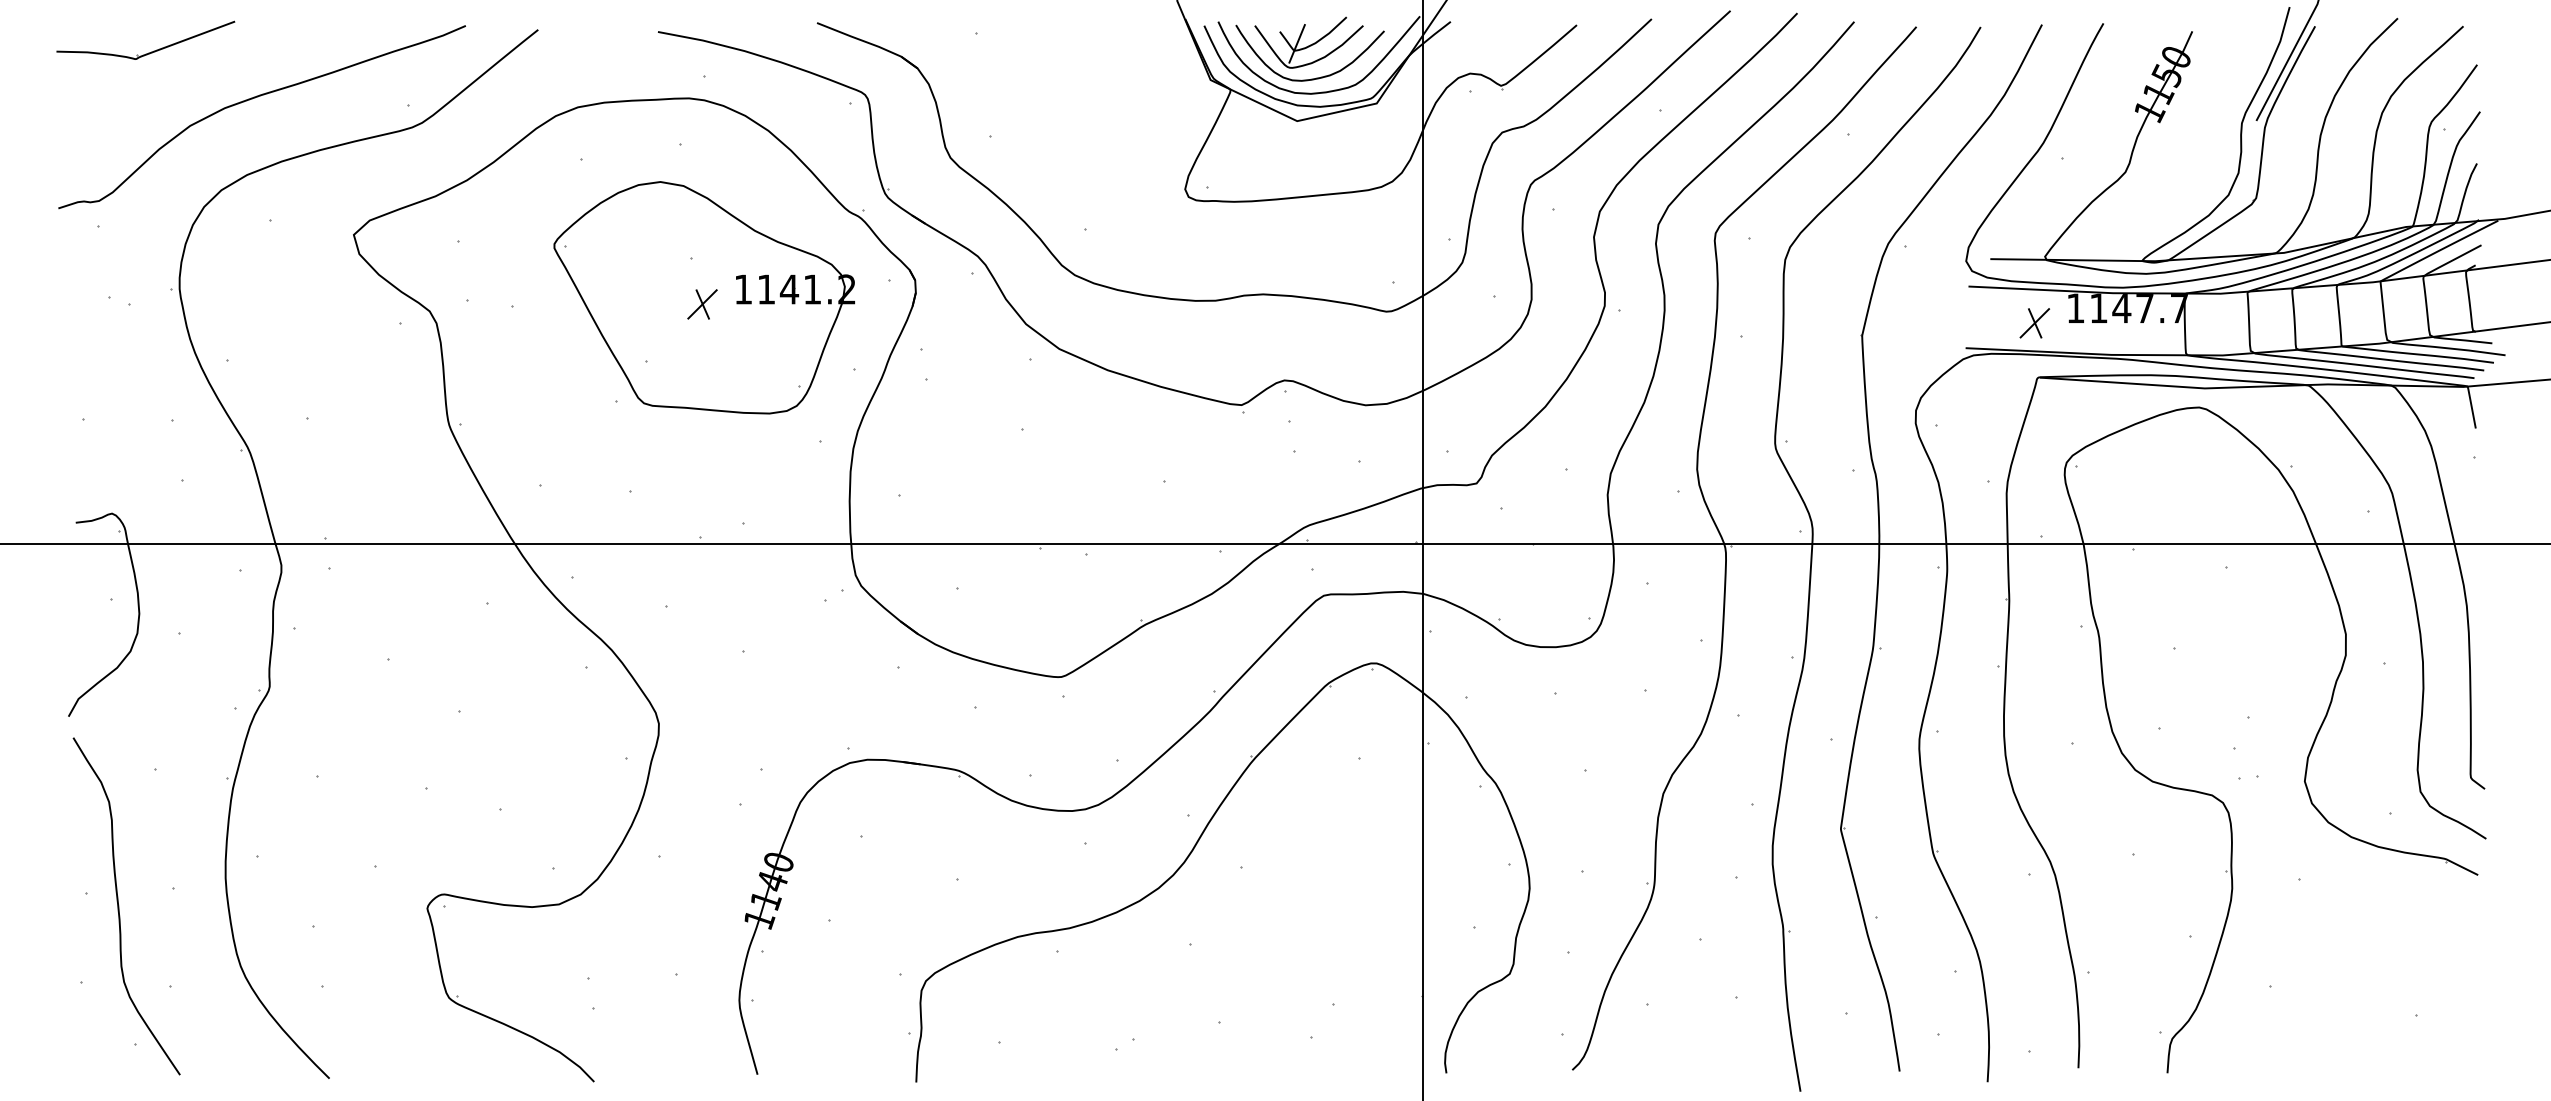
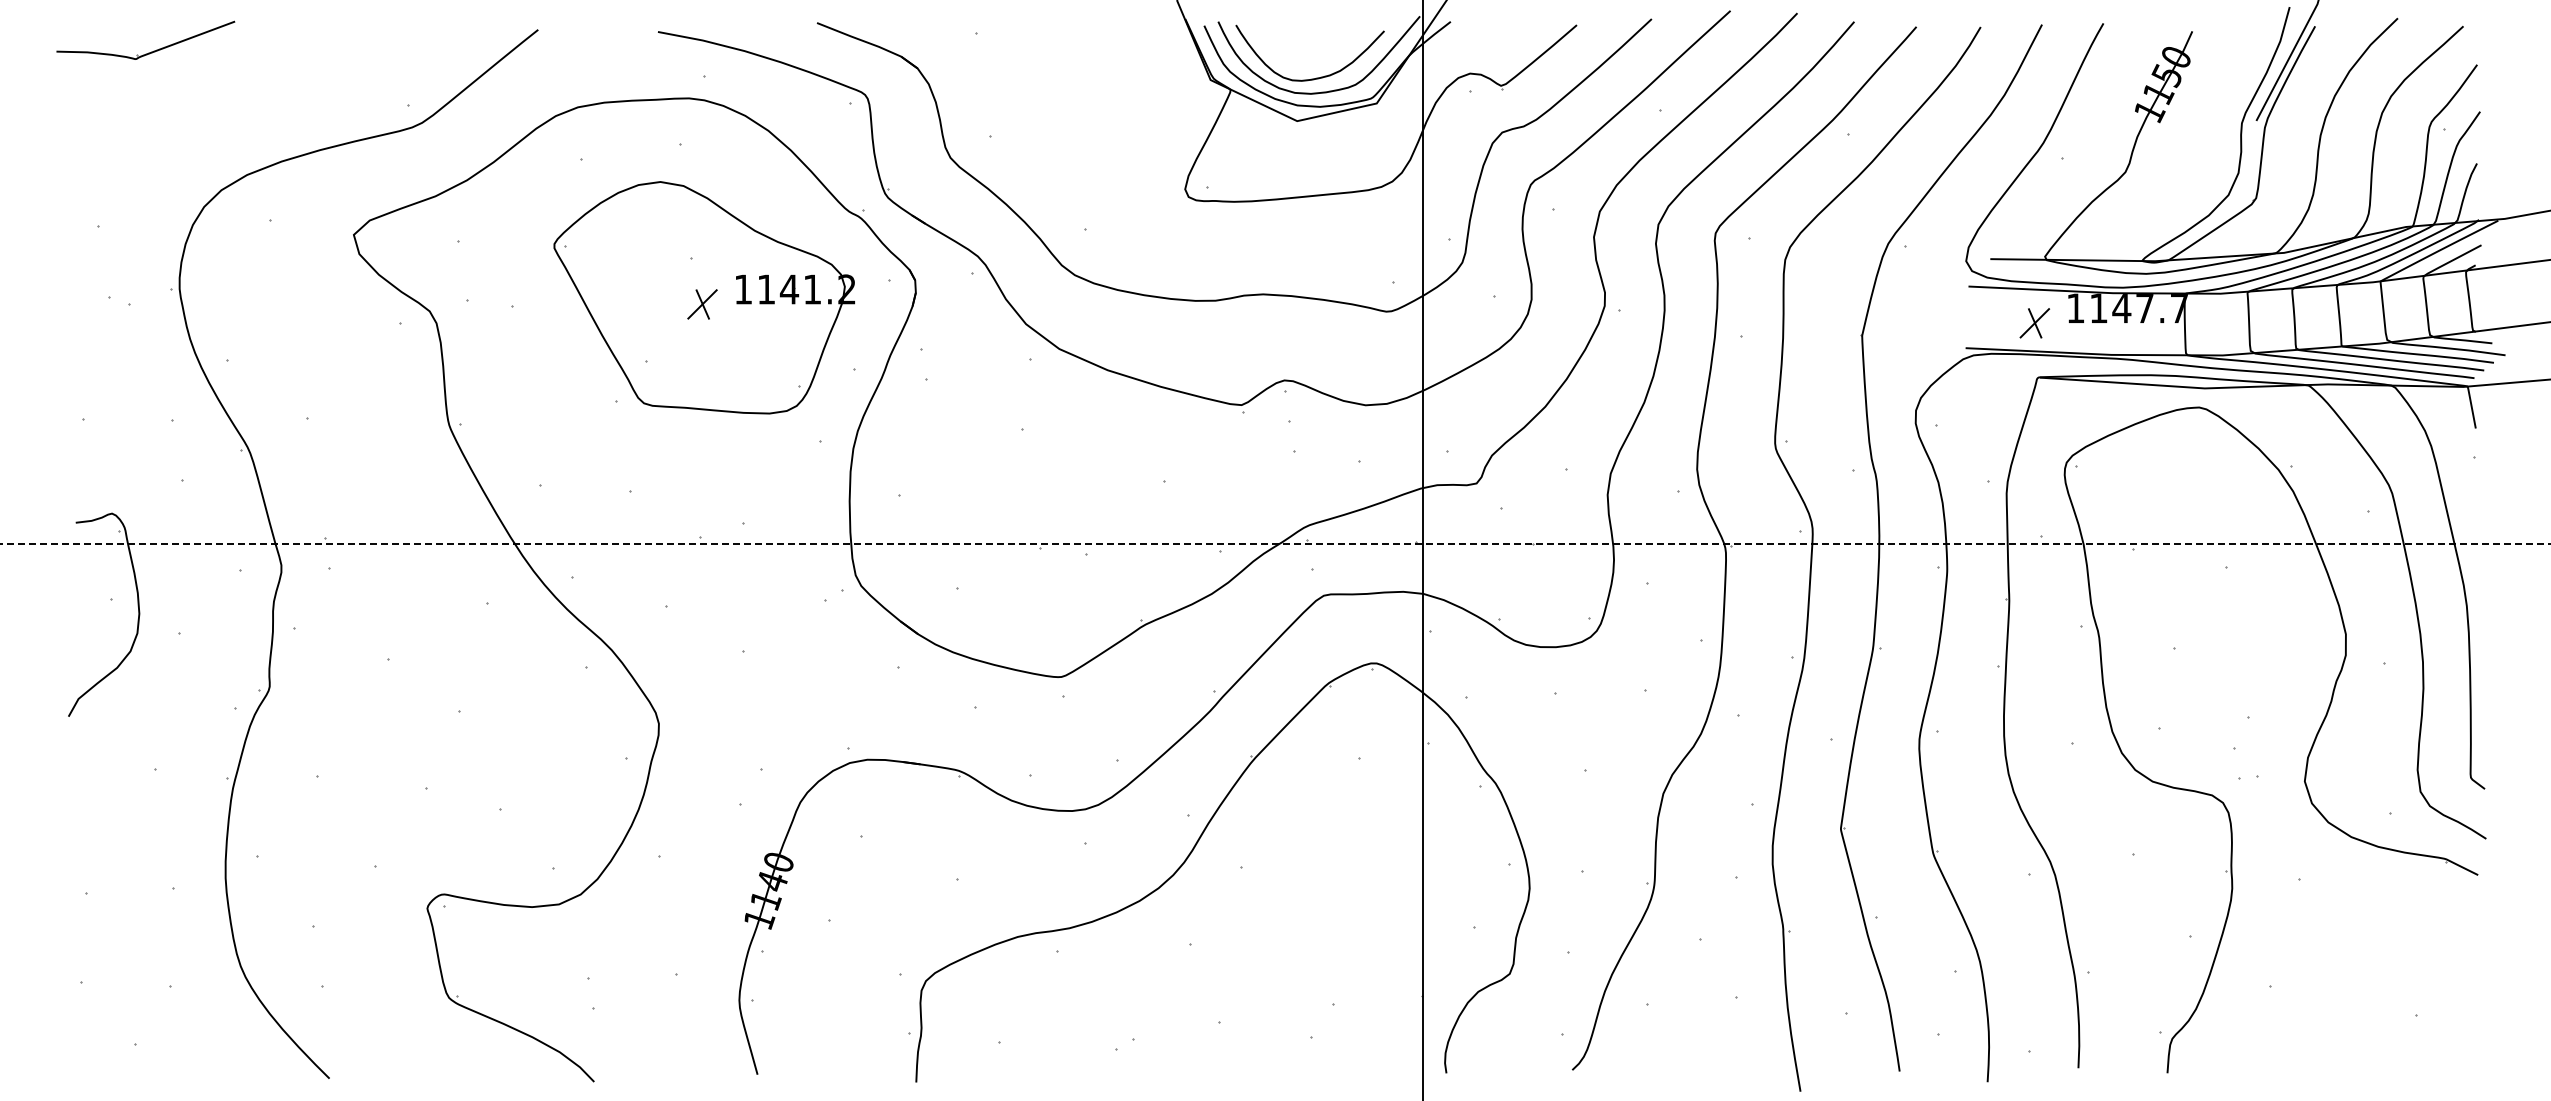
part at (1308, 42): present -> none
curve at (255, 98): present -> none
line at (1274, 544): solid -> dashed
curve at (119, 906): present -> none
